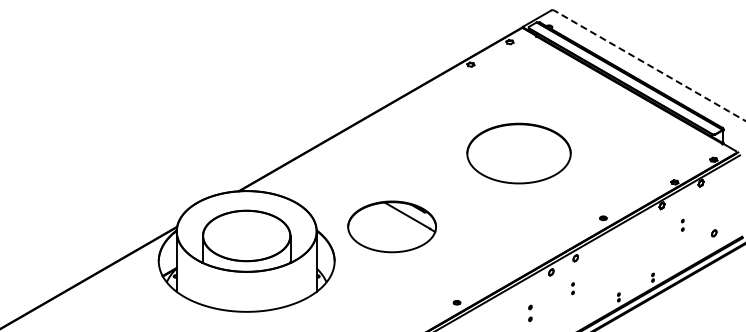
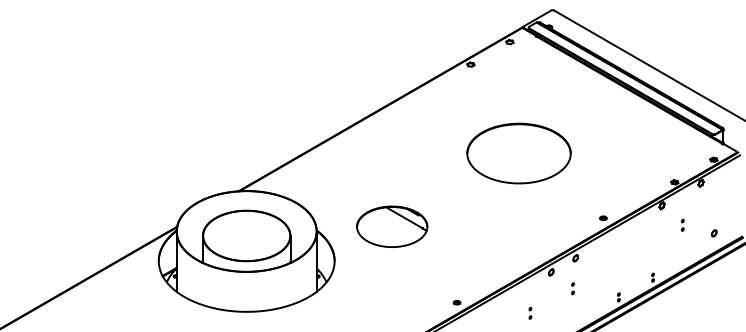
line at (649, 65): dashed -> solid
part at (391, 226) size: 90x54 px -> 73x43 px
part at (530, 312) size: 5x18 px -> 5x14 px
